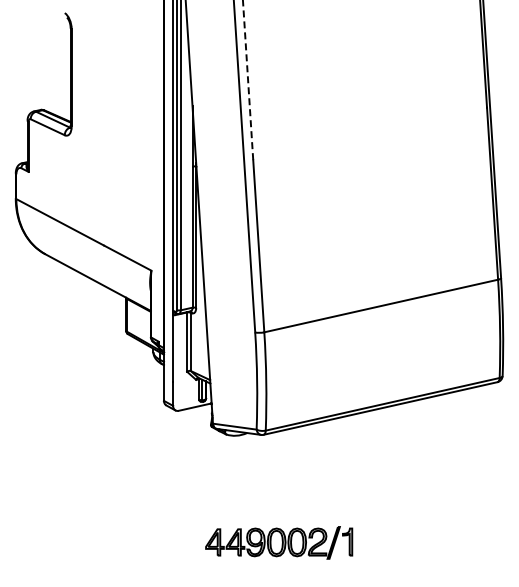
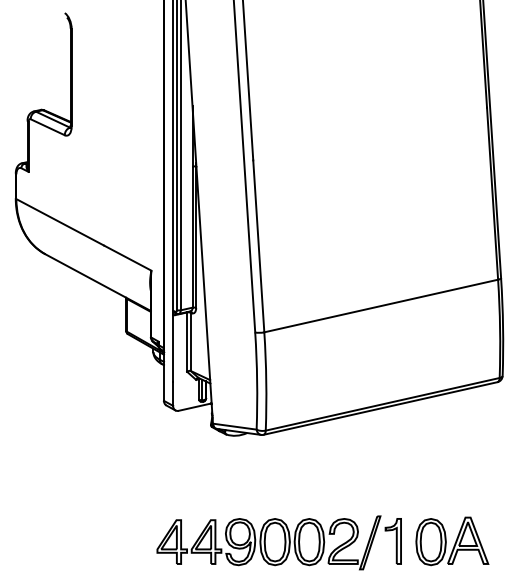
line at (248, 80): dashed -> solid
part at (452, 541): none -> present
part at (279, 542) size: 149x34 px -> 246x56 px
